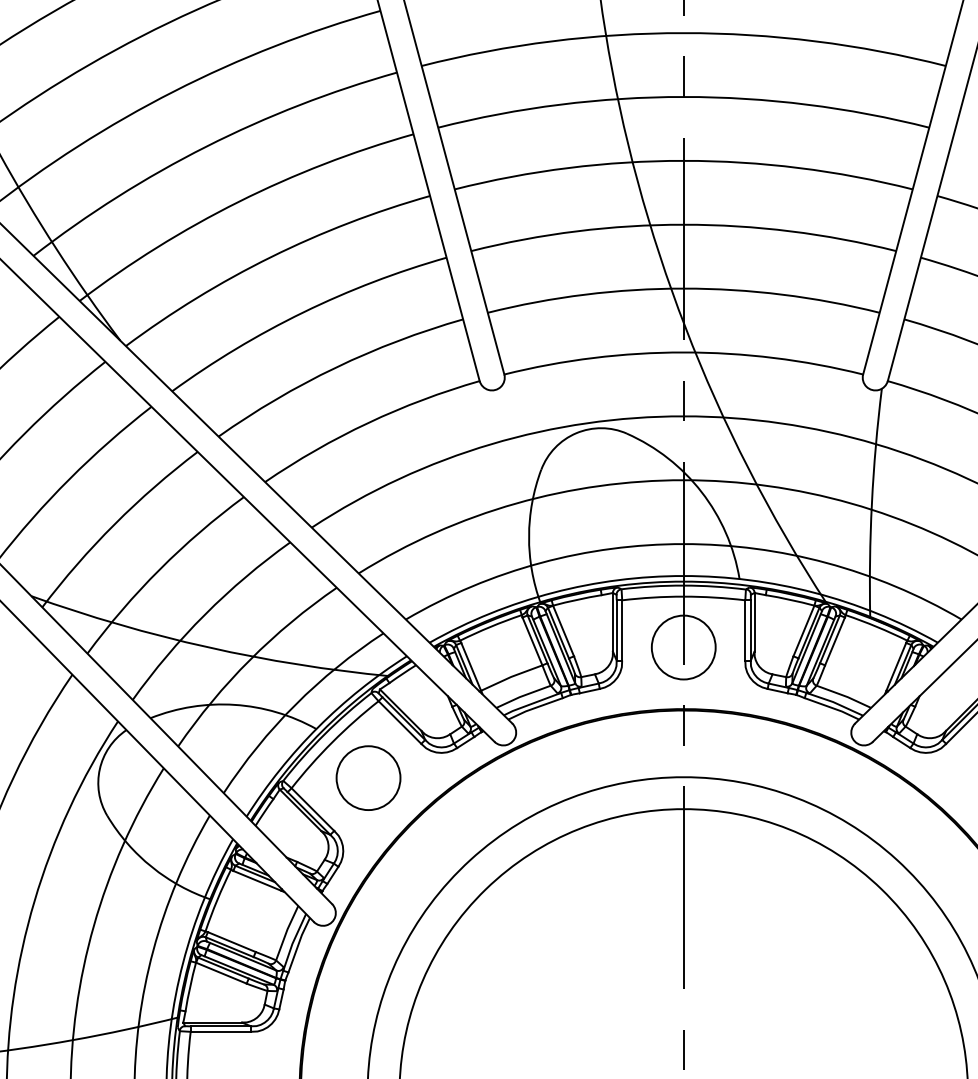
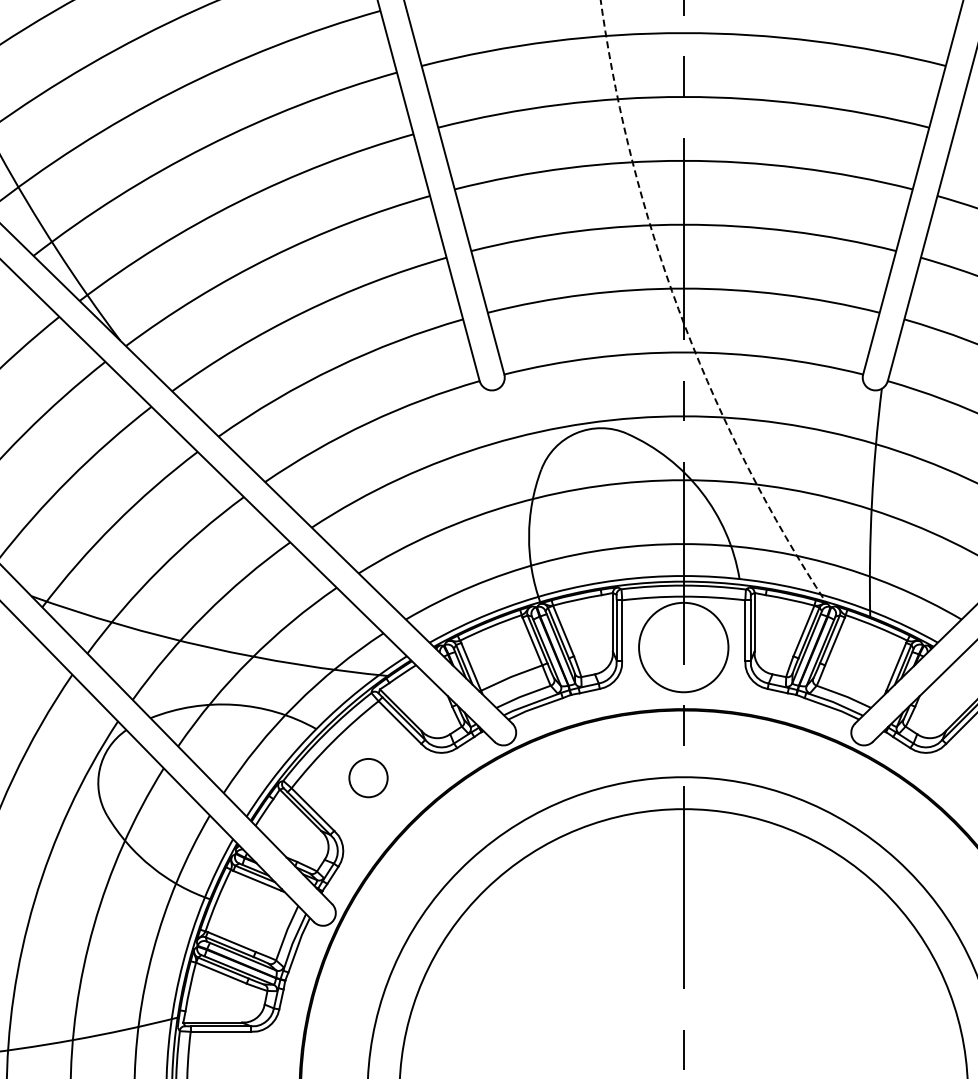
arc at (680, 313): solid -> dashed
circle at (683, 647) diameter: 64 px -> 89 px
circle at (368, 777) size: 67x66 px -> 41x41 px
